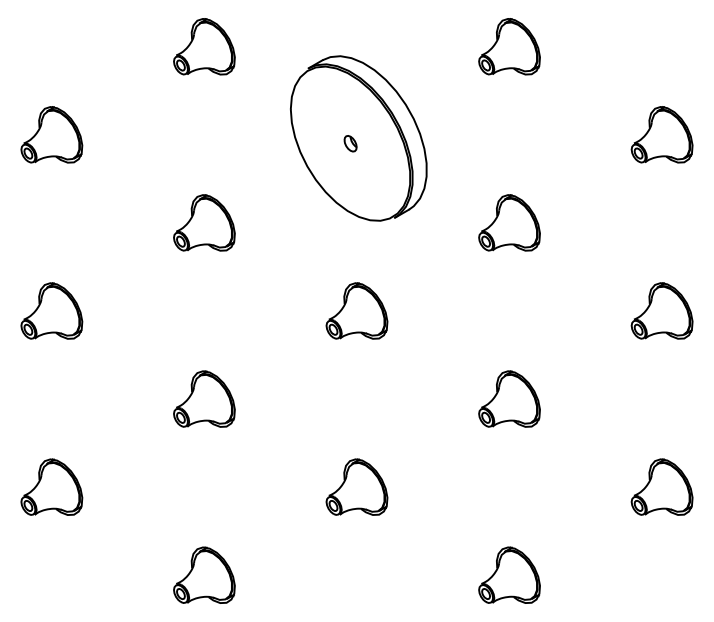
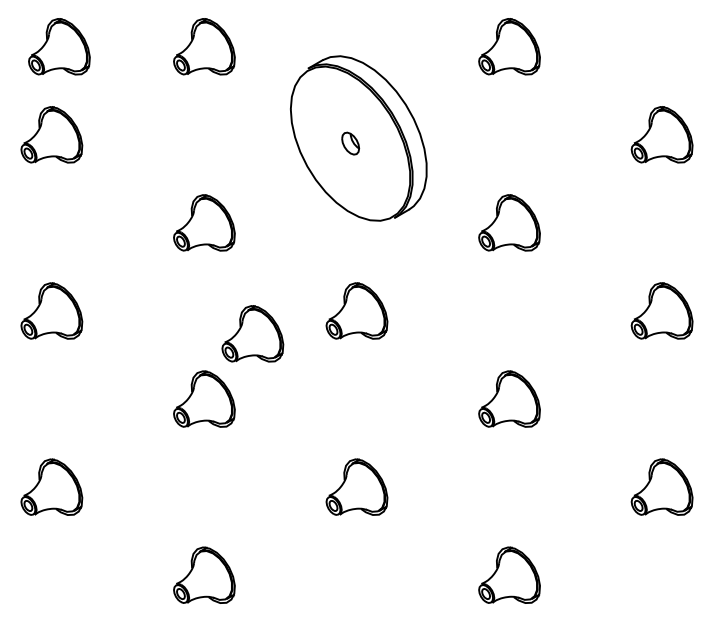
part at (59, 46): none -> present
part at (350, 143) size: 15x18 px -> 20x25 px
part at (252, 333): none -> present
